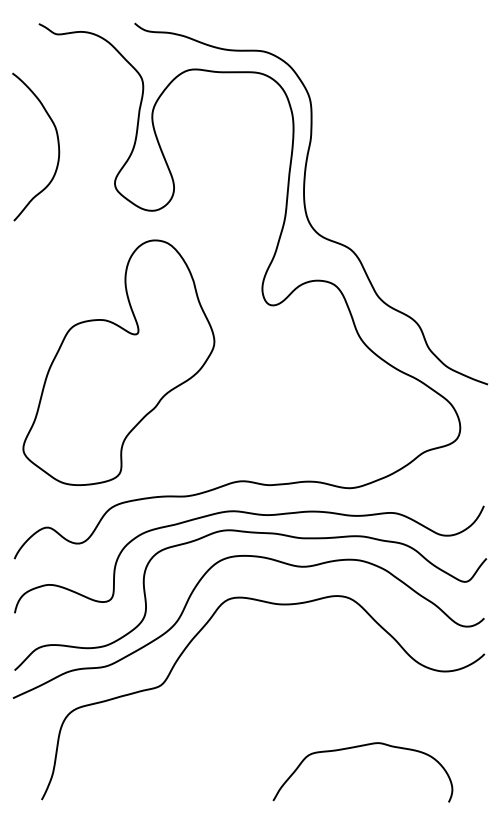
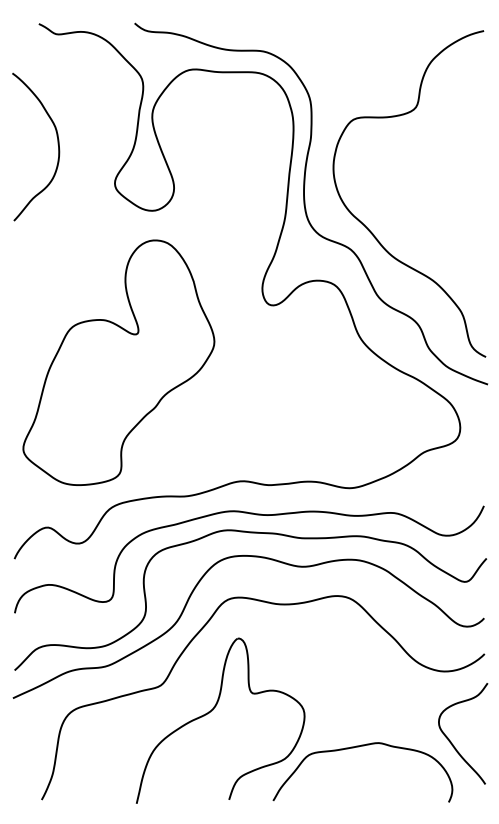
curve at (371, 231): none -> present
part at (213, 710): none -> present
curve at (451, 741): none -> present
